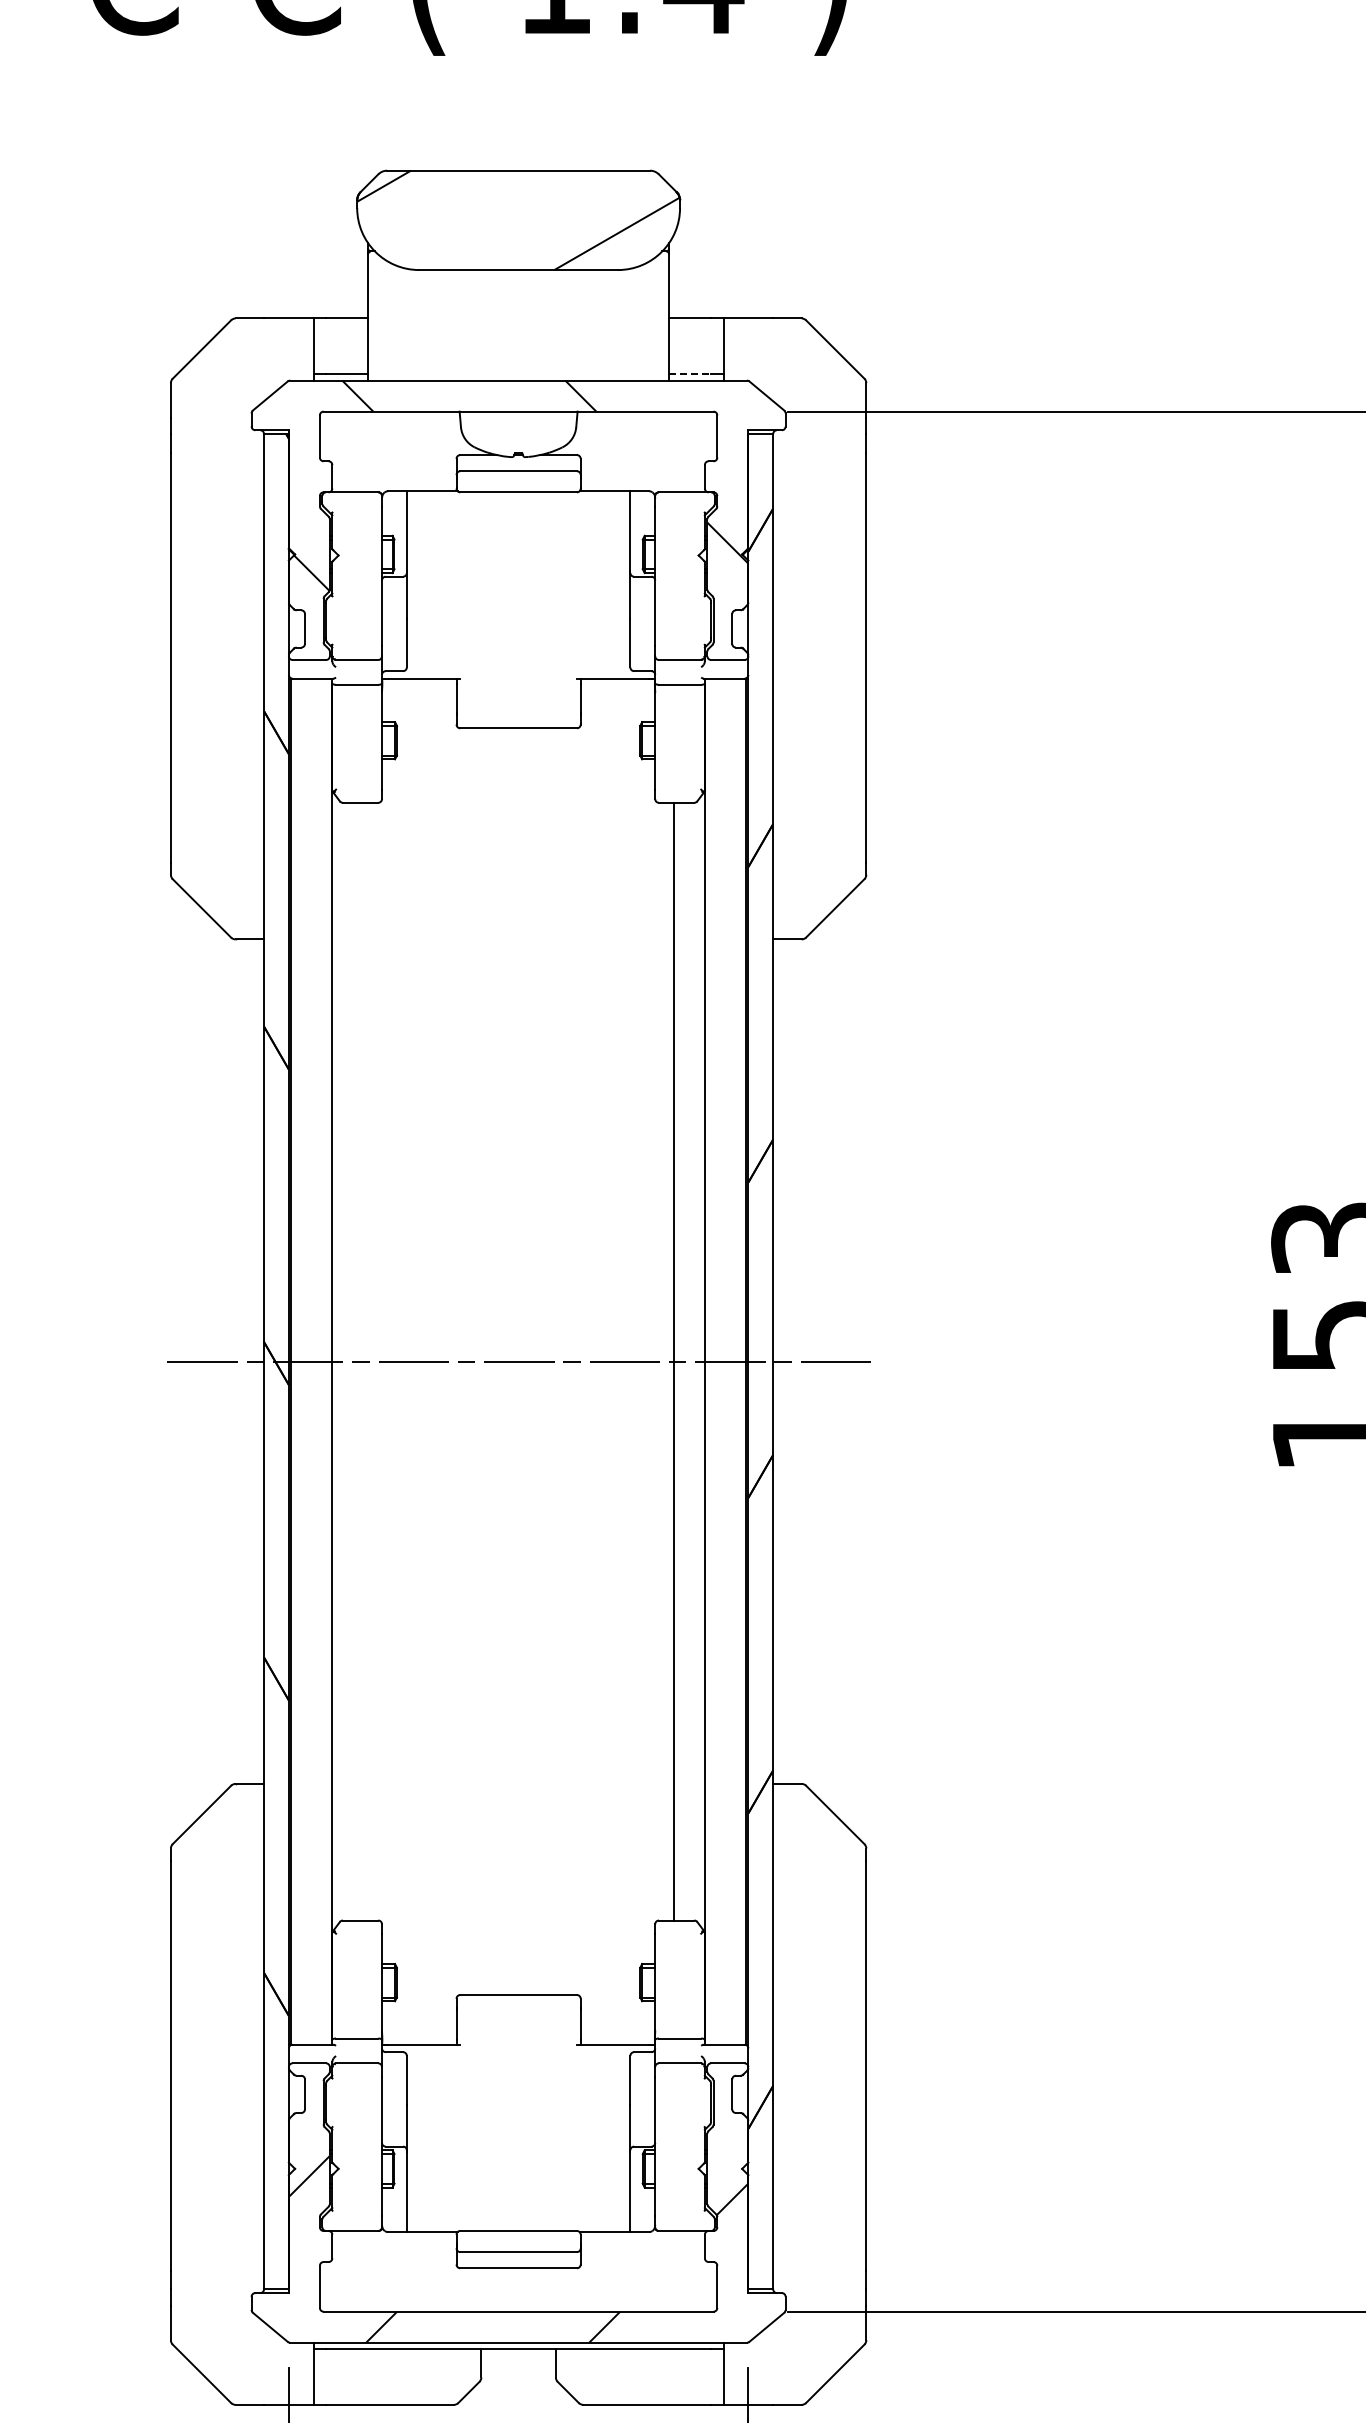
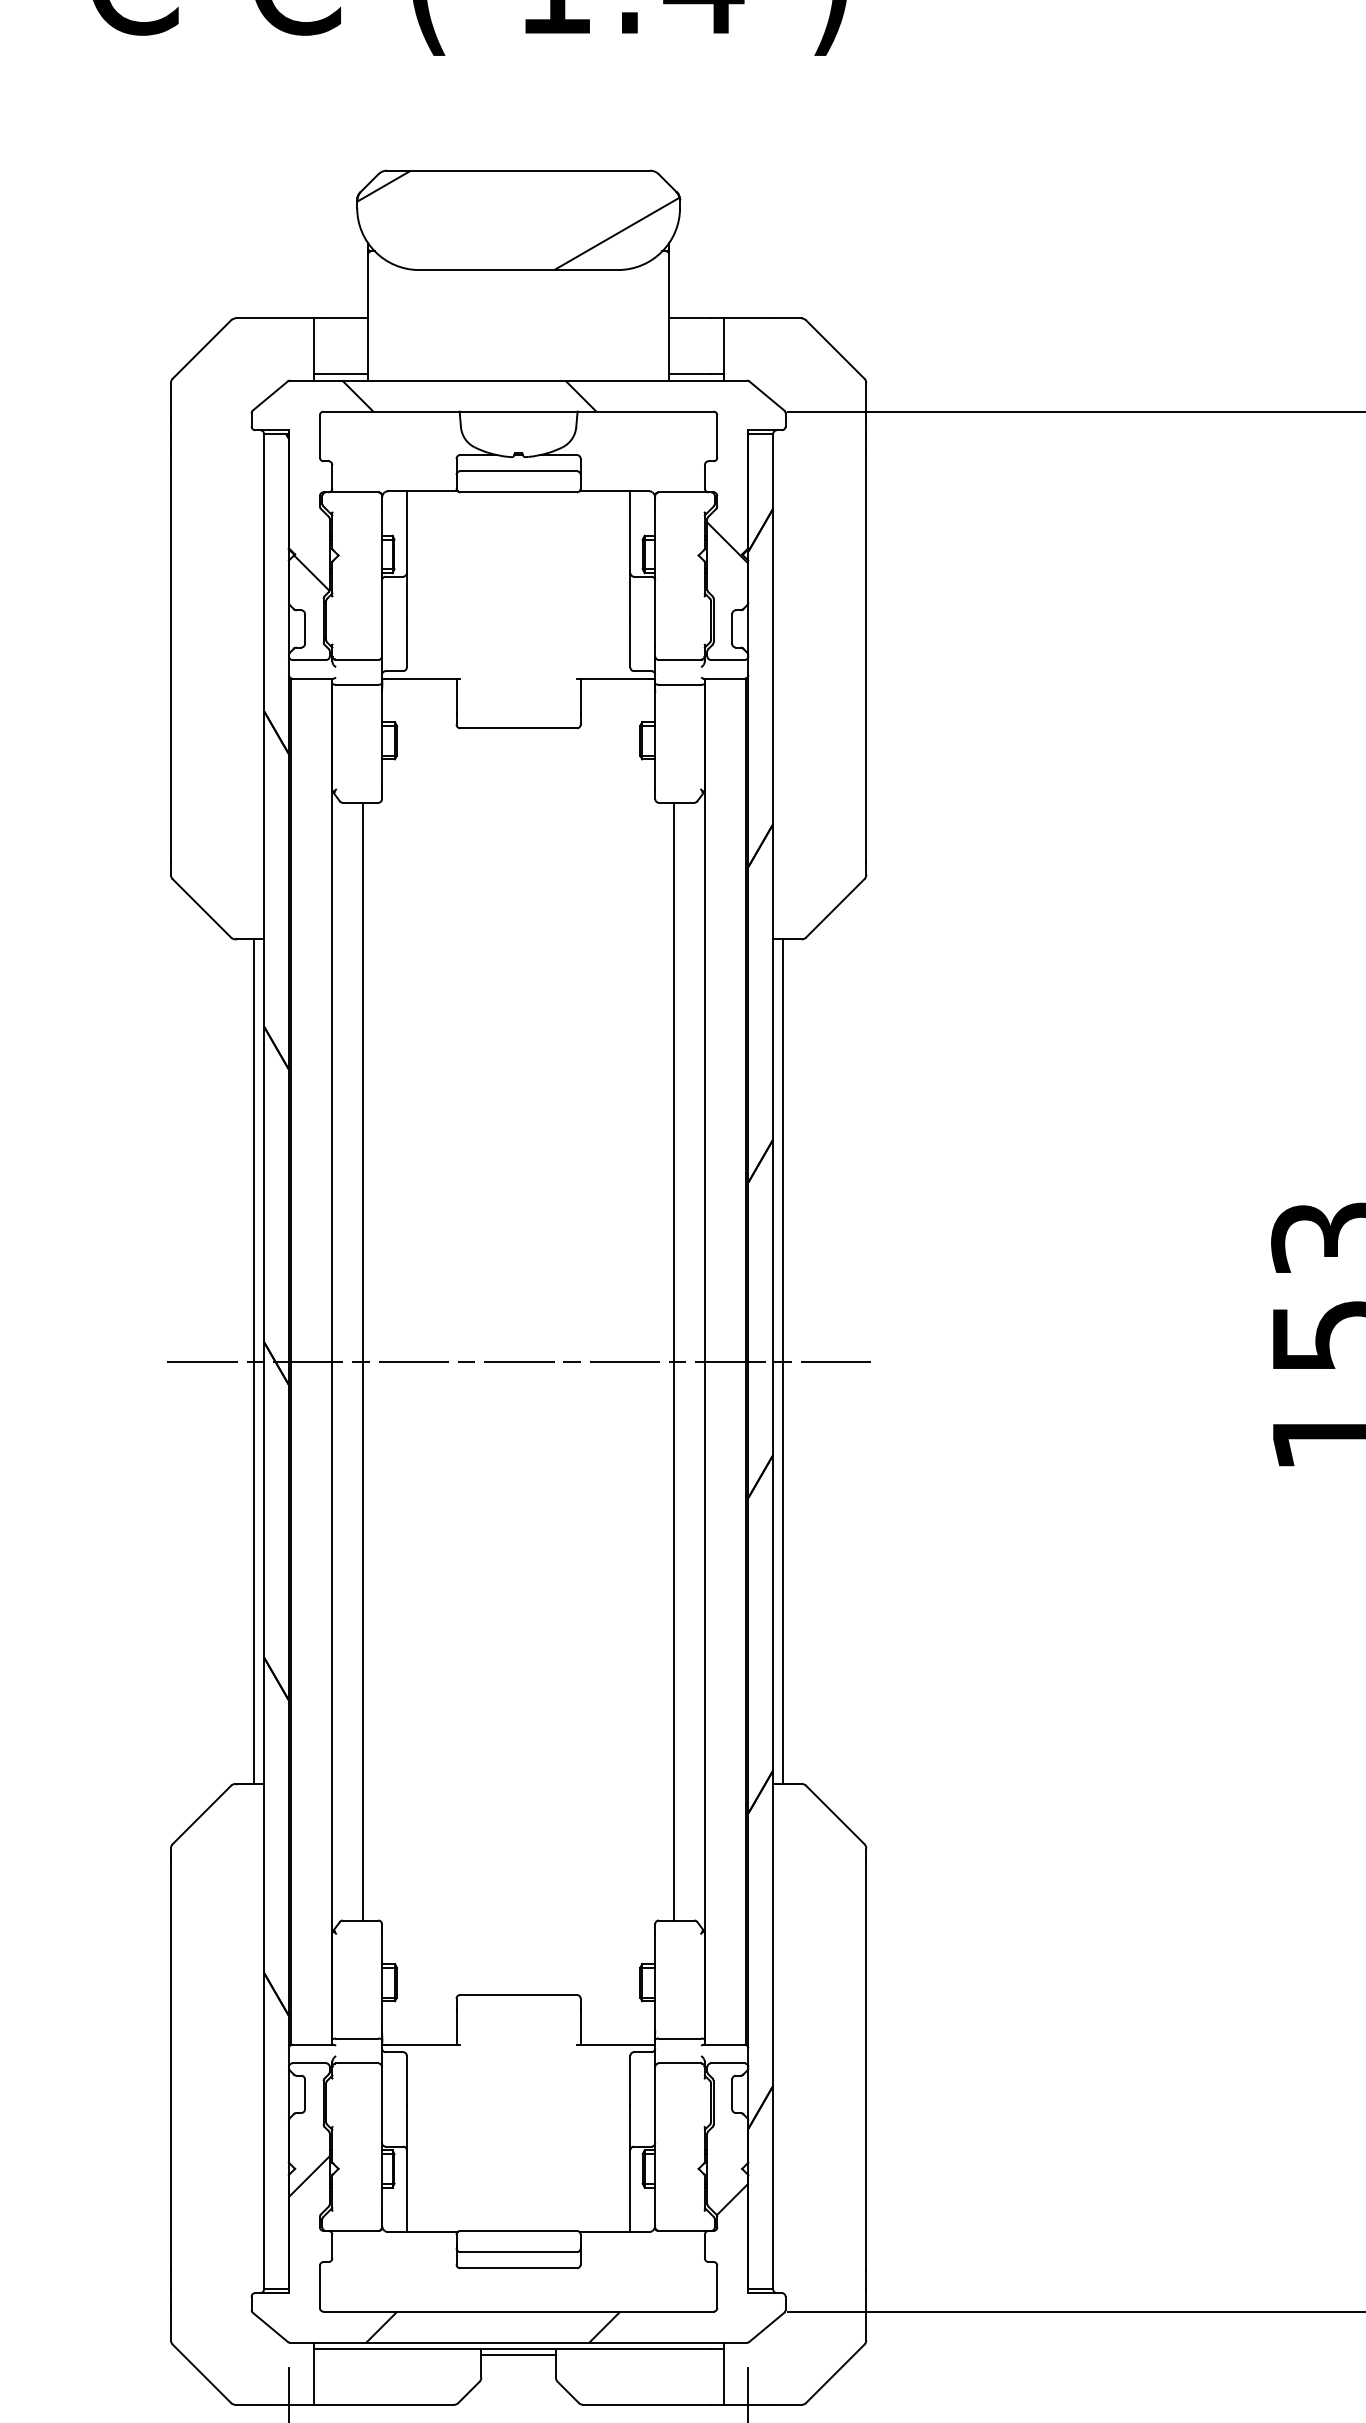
line at (690, 374): dashed -> solid
line at (254, 1361): none -> present
line at (363, 1361): none -> present
line at (783, 1361): none -> present
line at (518, 2355): none -> present
